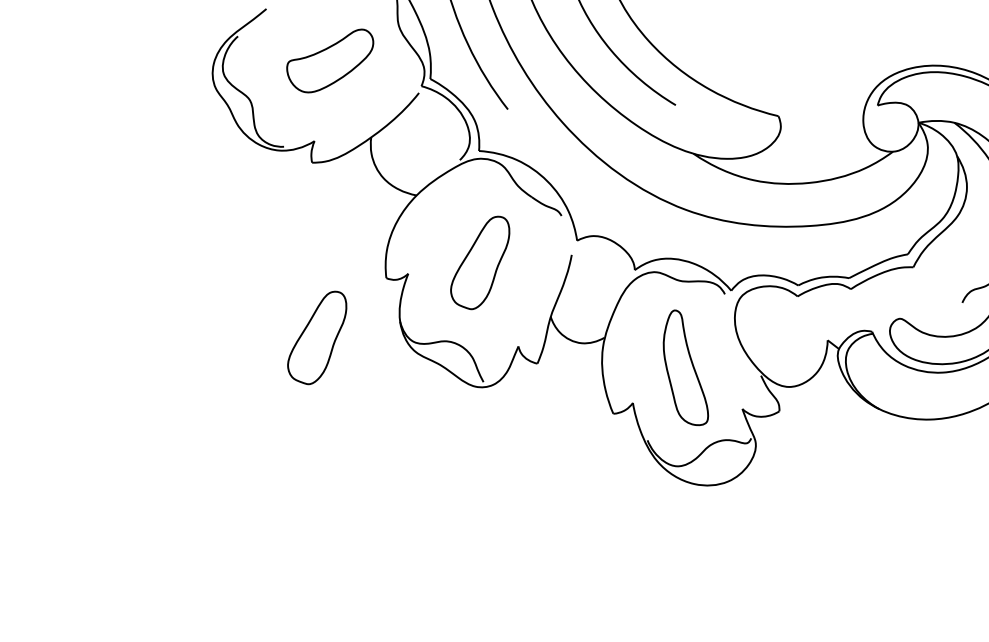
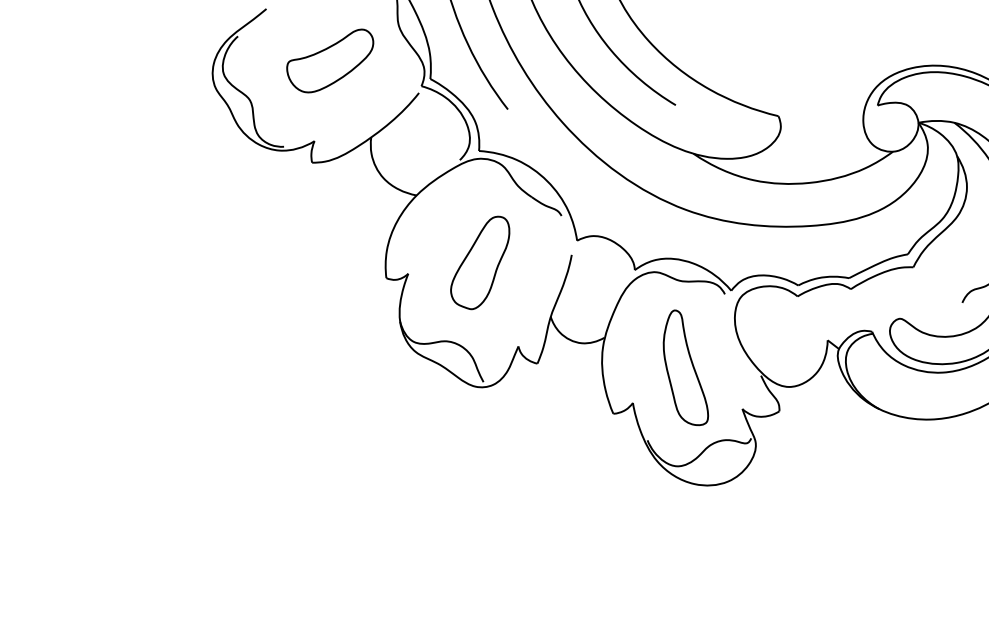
part at (317, 337): present -> none
